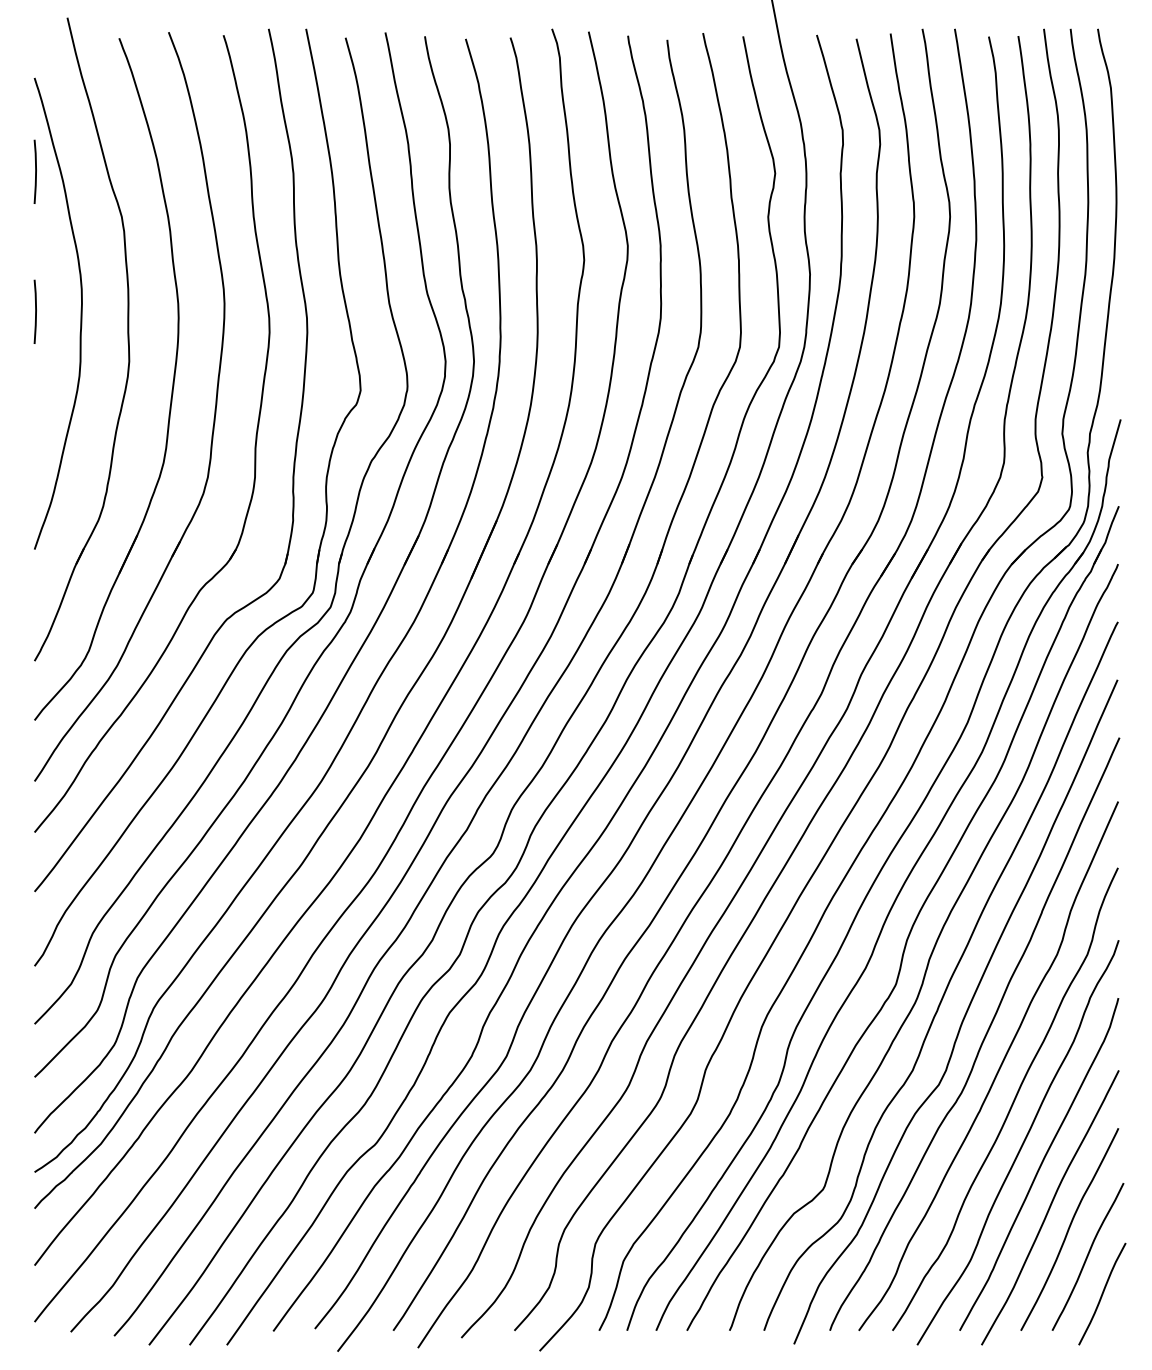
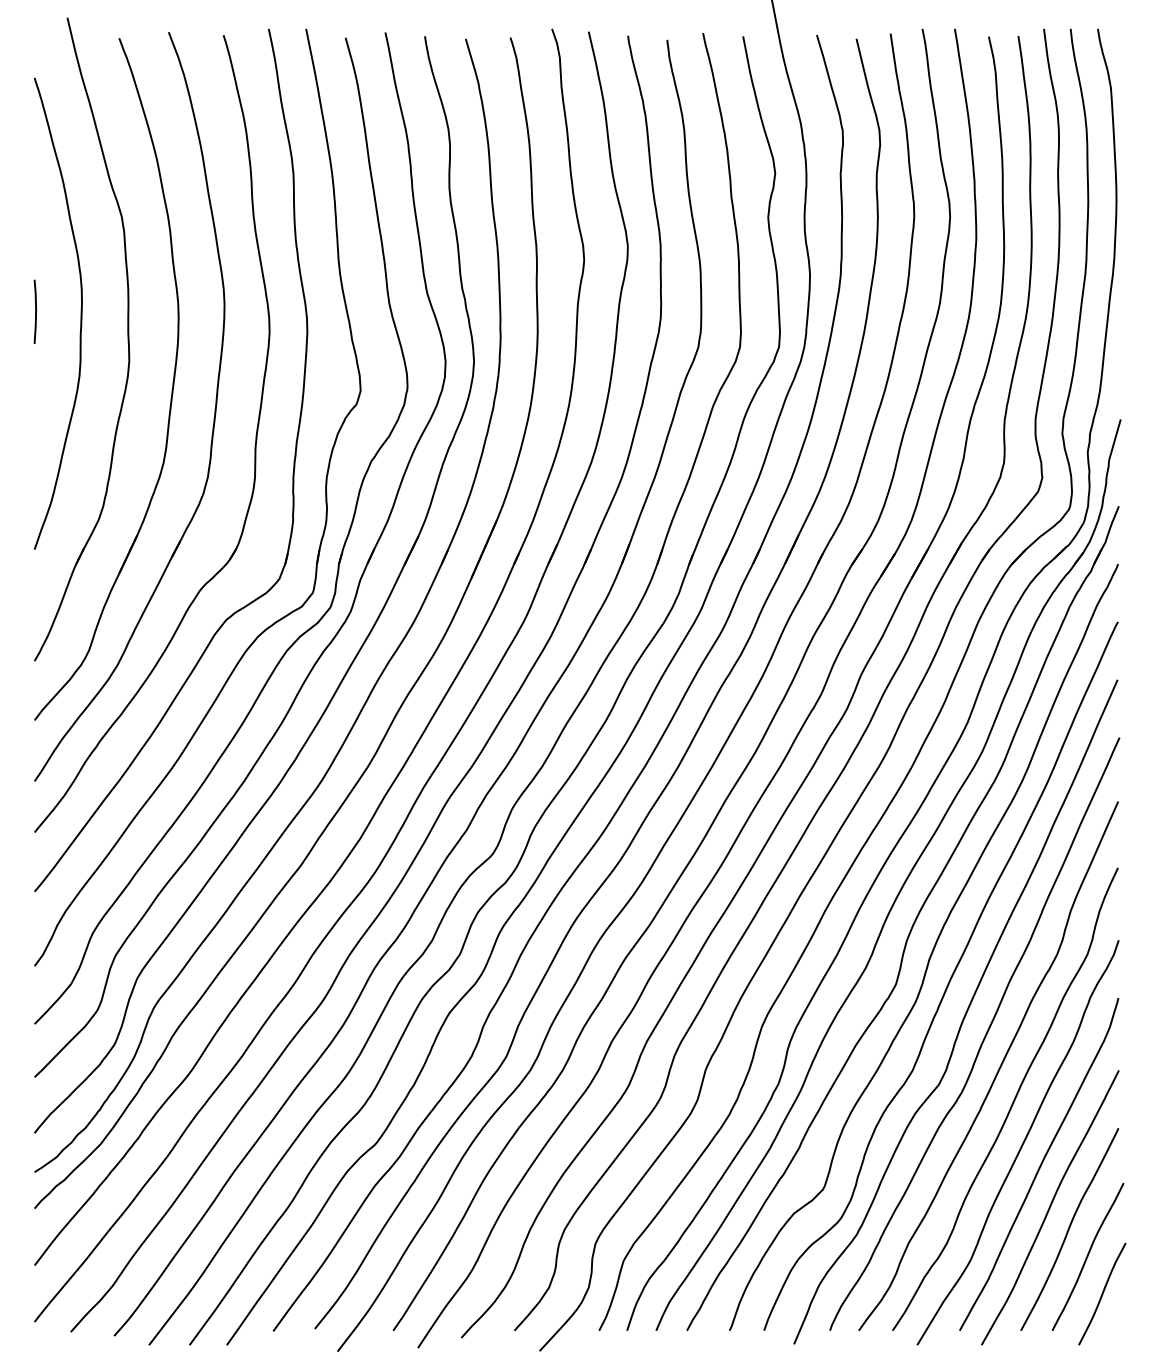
line at (35, 171): present -> none
